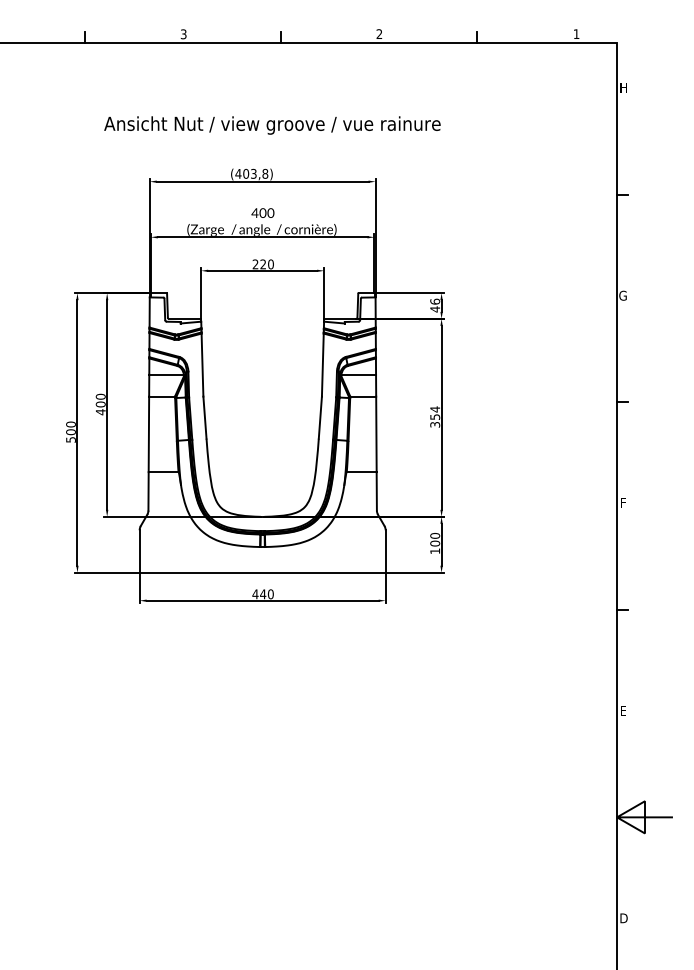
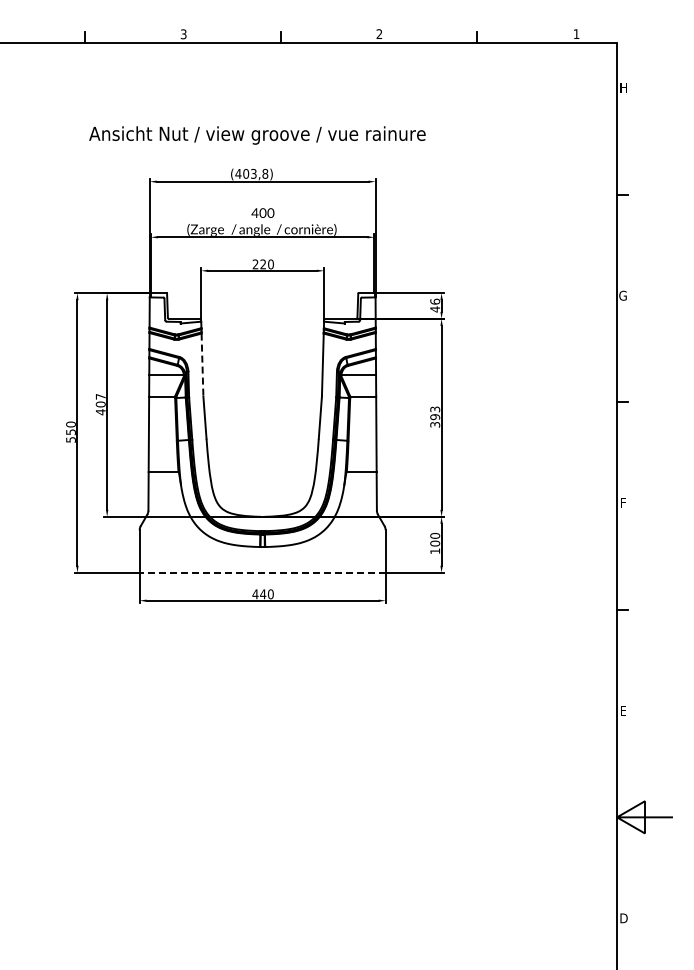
text at (272, 125) position: (272, 125) -> (257, 135)
line at (202, 365): solid -> dashed
text at (100, 396): 400 -> 407
text at (435, 413): 354 -> 393
text at (70, 432): 500 -> 550
line at (262, 572): solid -> dashed
